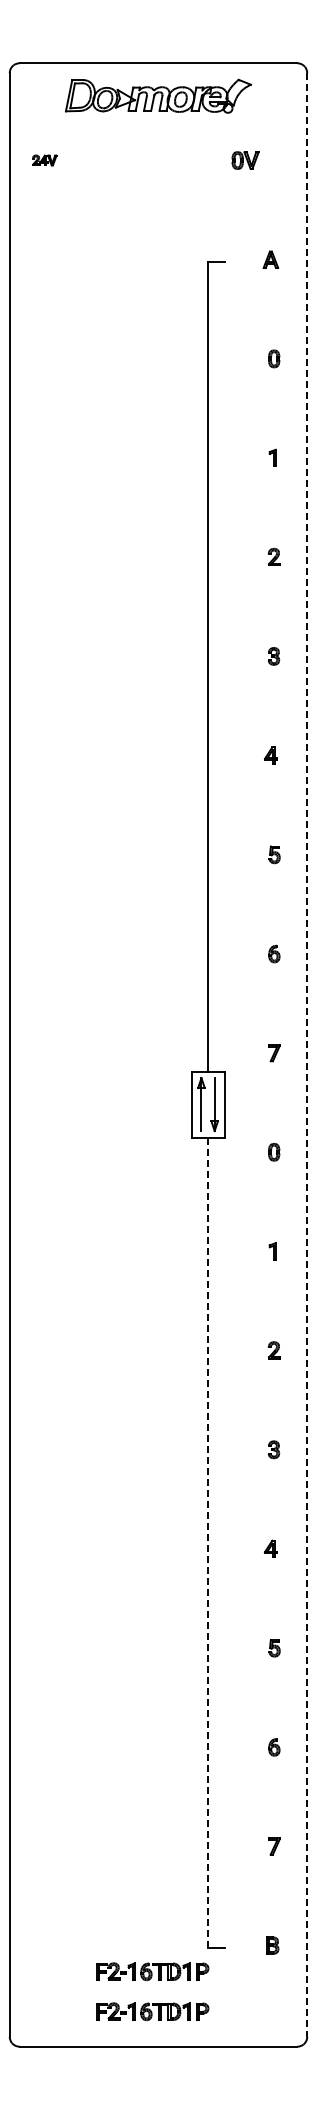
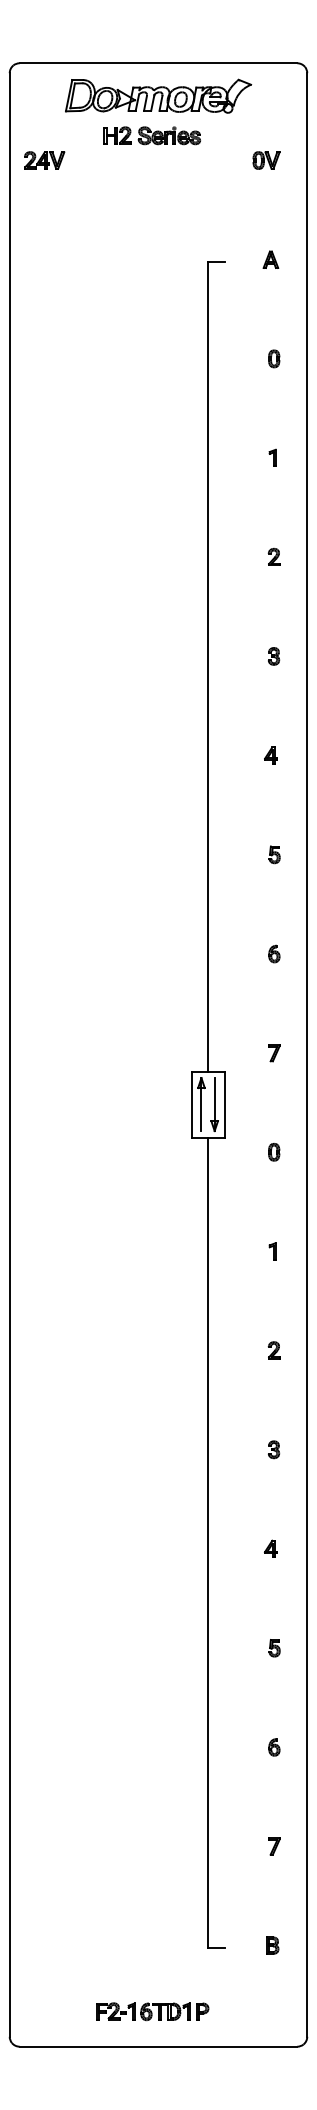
part at (152, 135): none -> present
part at (44, 160) size: 26x13 px -> 42x19 px
part at (245, 160) position: (245, 160) -> (266, 160)
line at (307, 1054): dashed -> solid
line at (208, 1542): dashed -> solid
part at (152, 1971): present -> none
